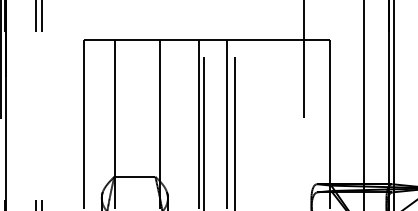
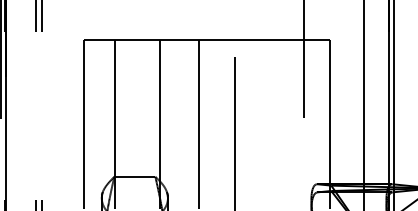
line at (203, 123): present -> none
line at (227, 123): present -> none
